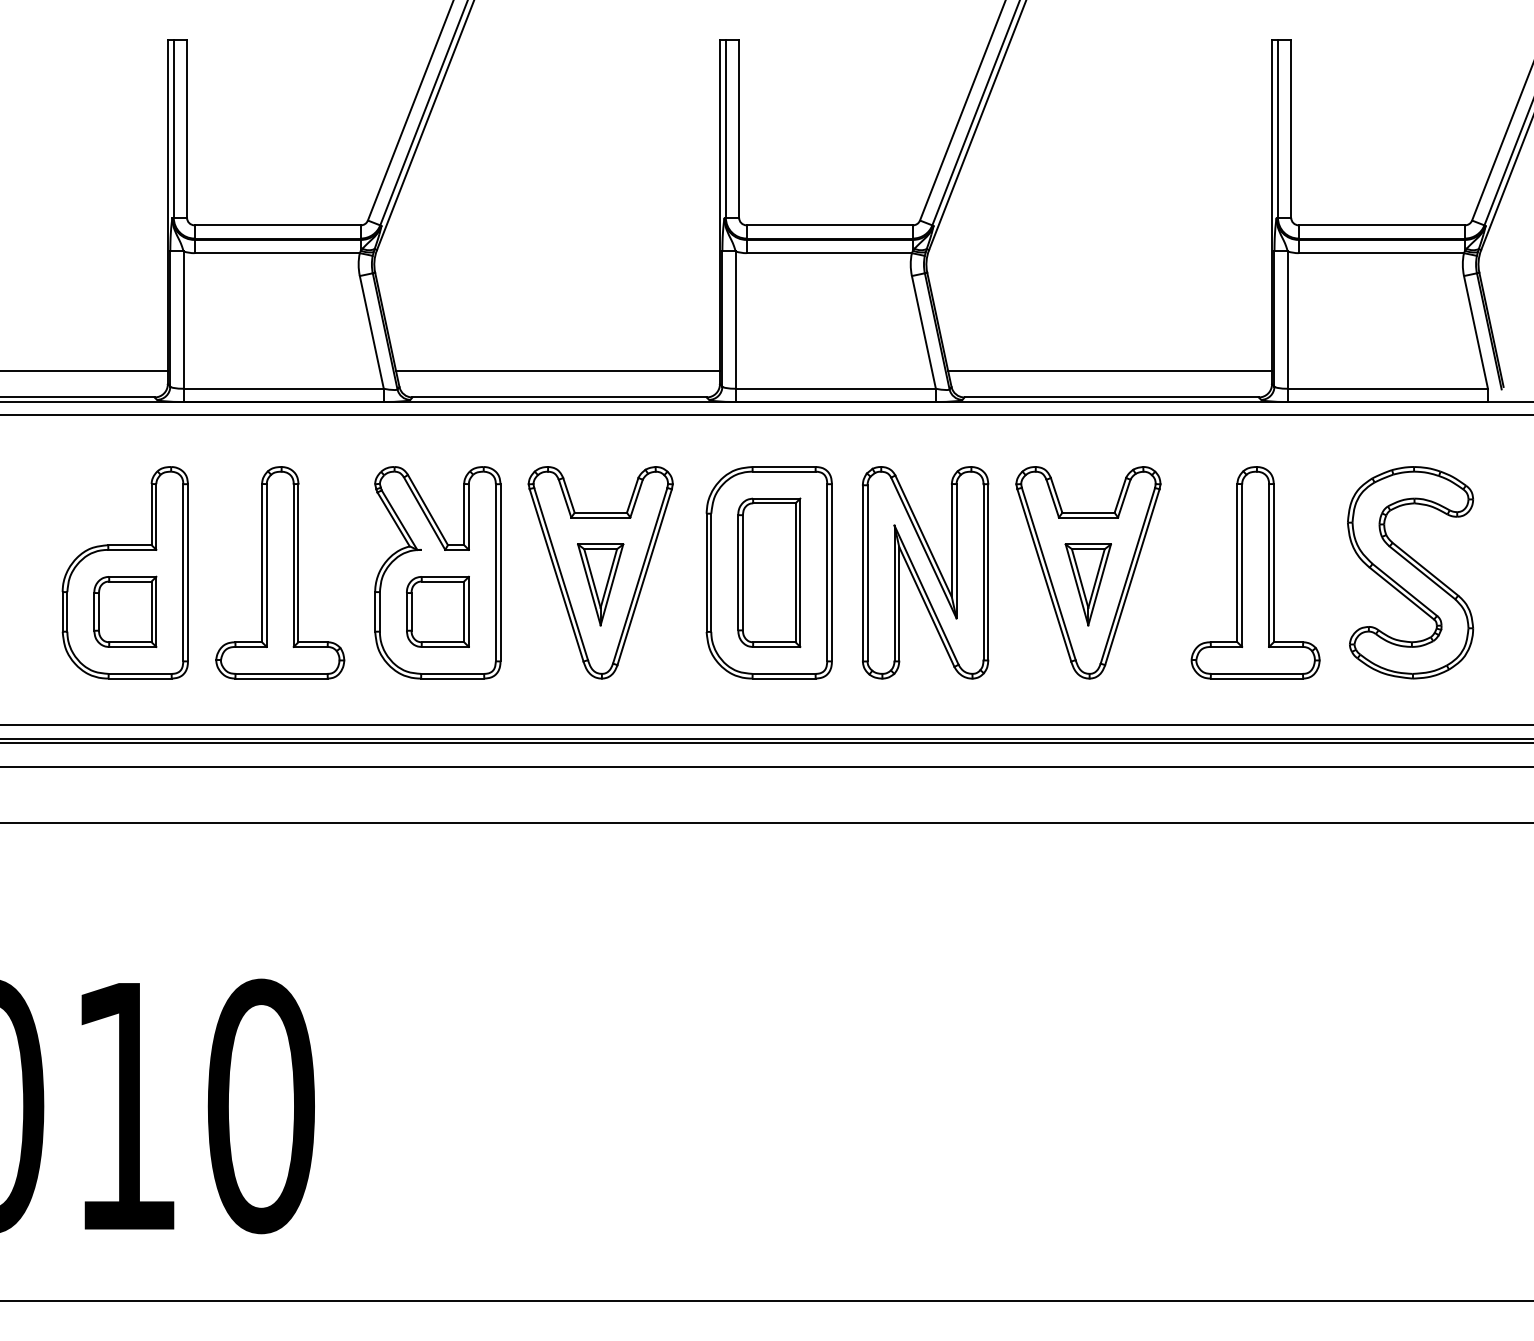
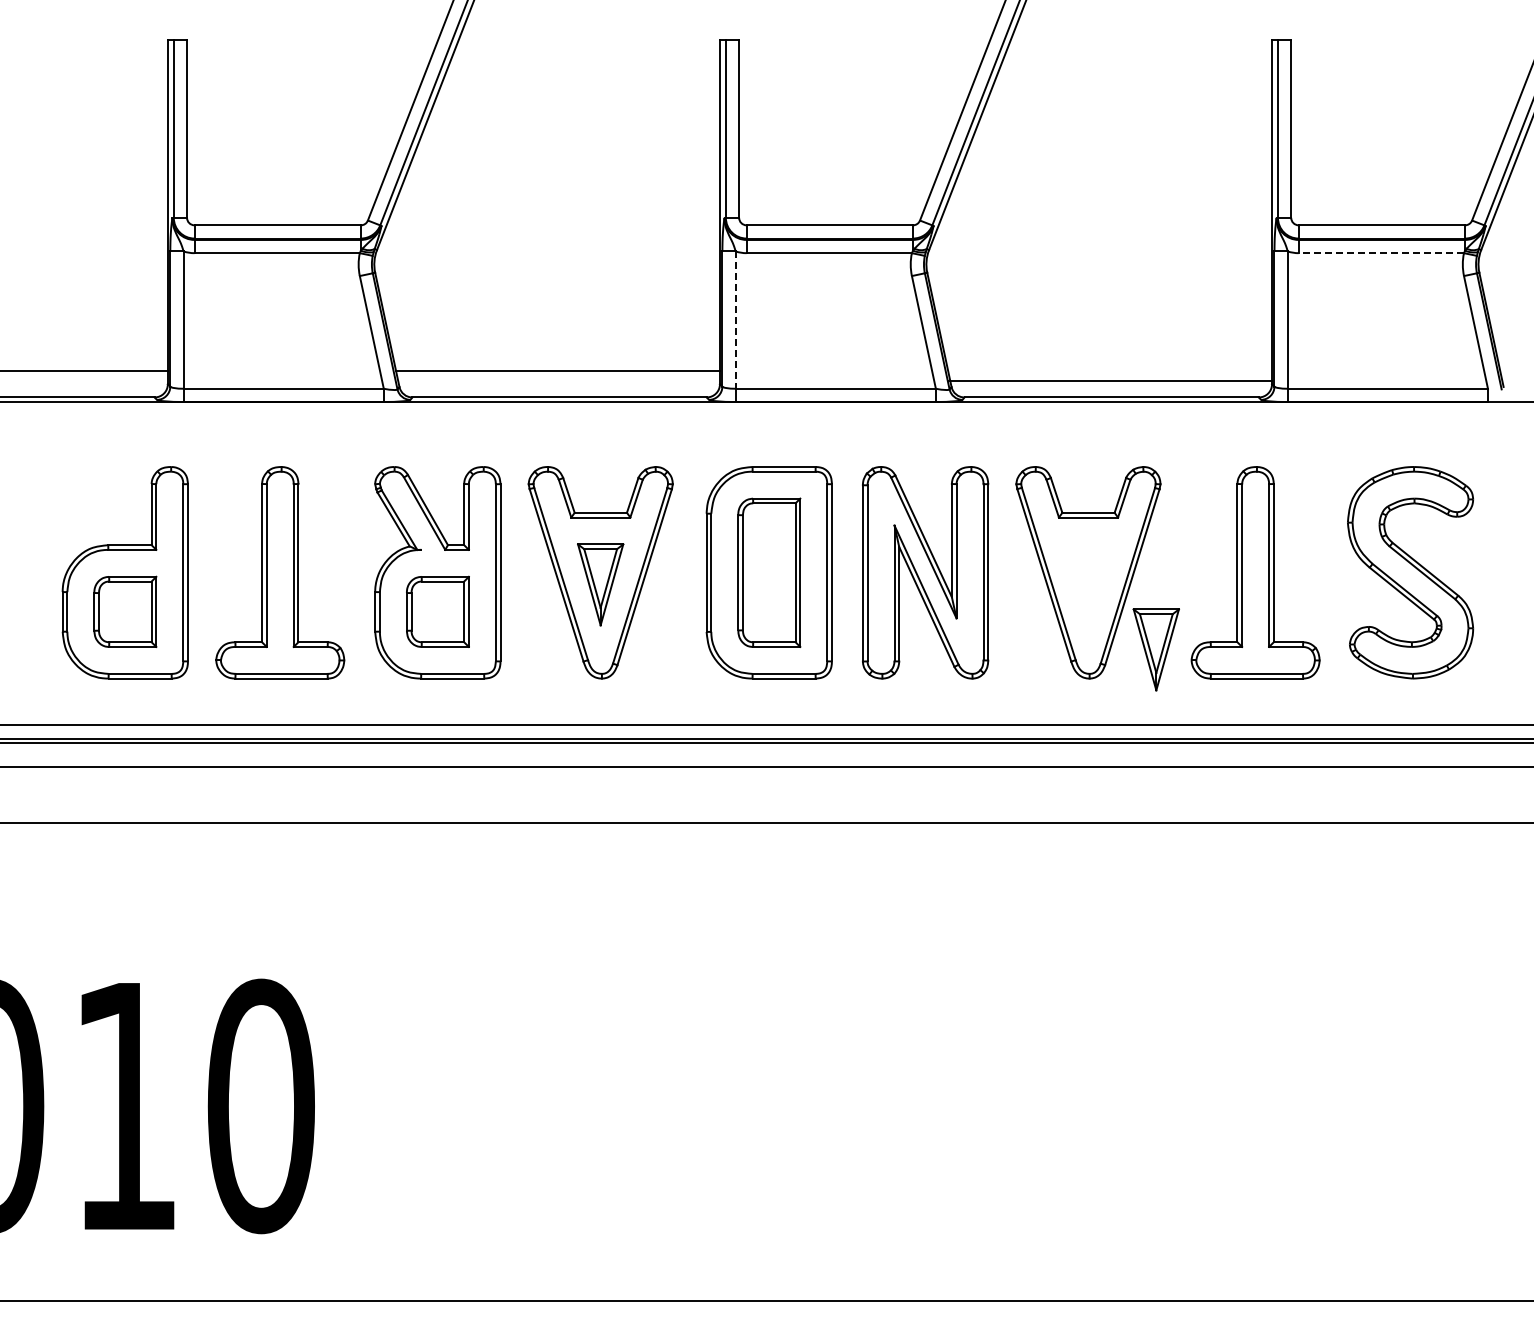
line at (1381, 253): solid -> dashed
line at (735, 320): solid -> dashed
line at (1110, 370) position: (1110, 370) -> (1110, 380)
line at (766, 415): present -> none
part at (1087, 584) position: (1087, 584) -> (1155, 649)
